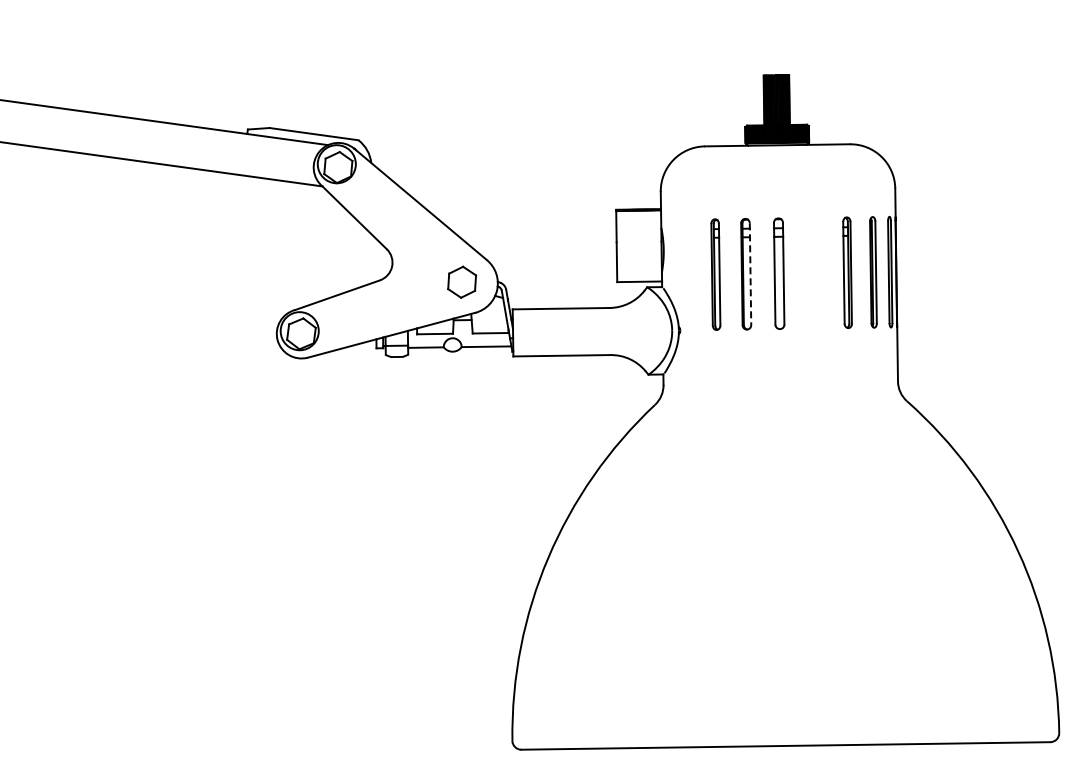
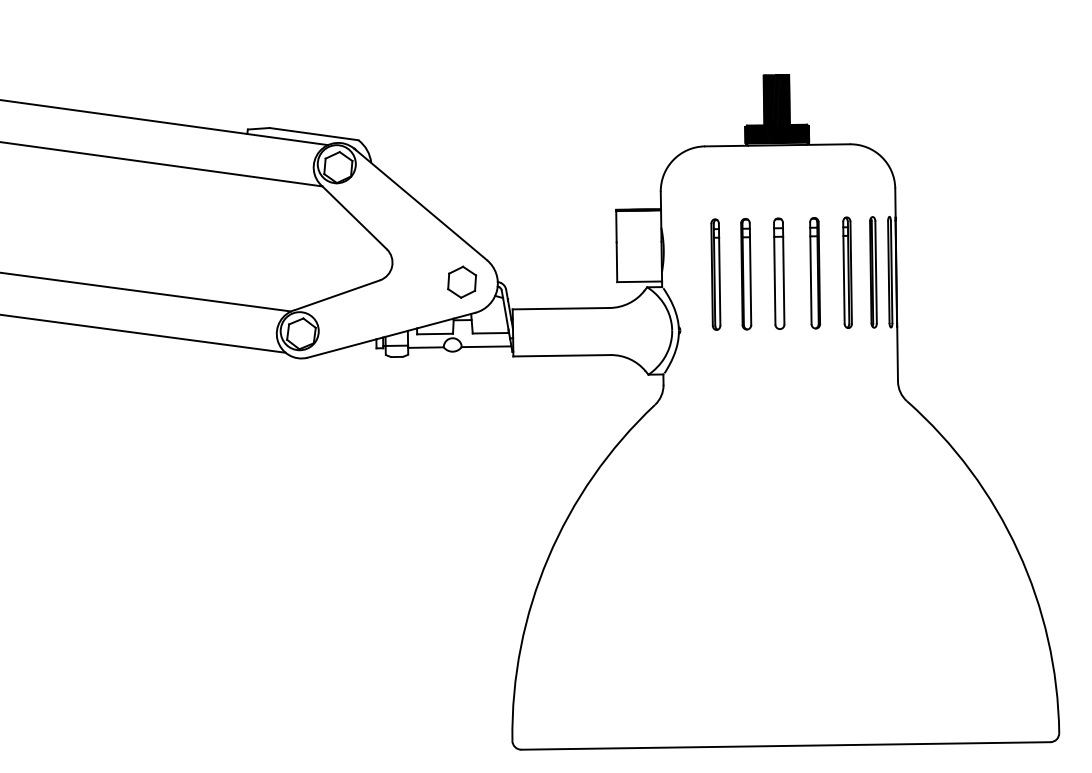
part at (814, 273): none -> present
line at (750, 274): dashed -> solid
line at (146, 291): none -> present
line at (143, 333): none -> present
